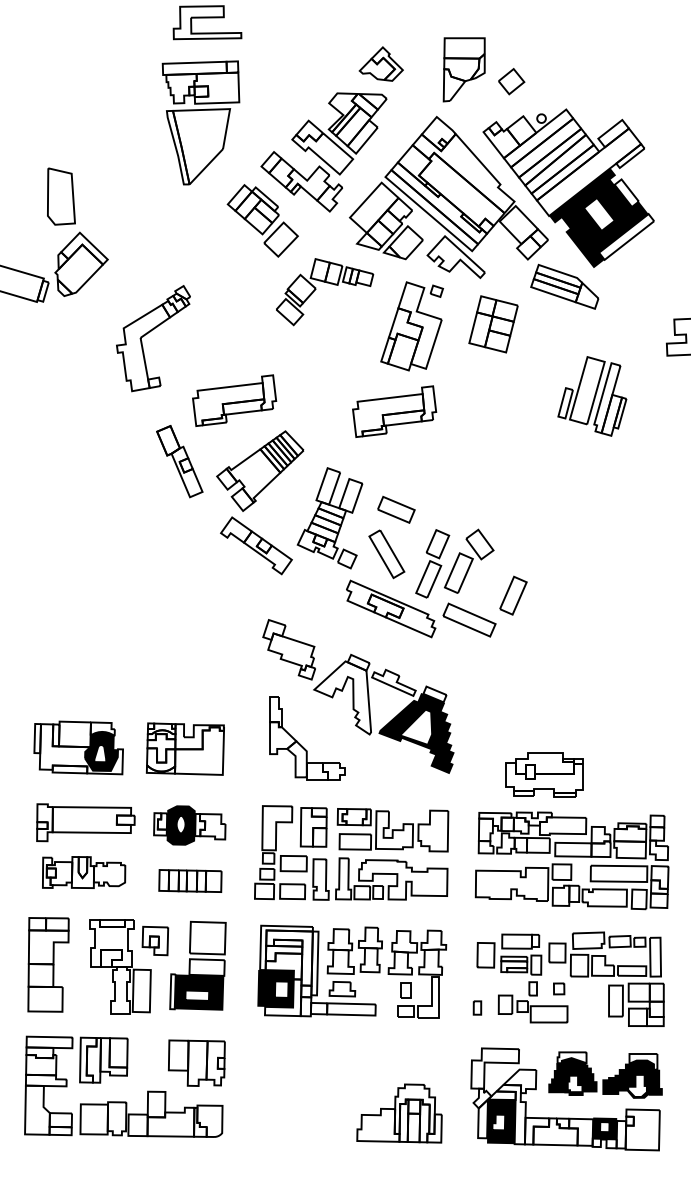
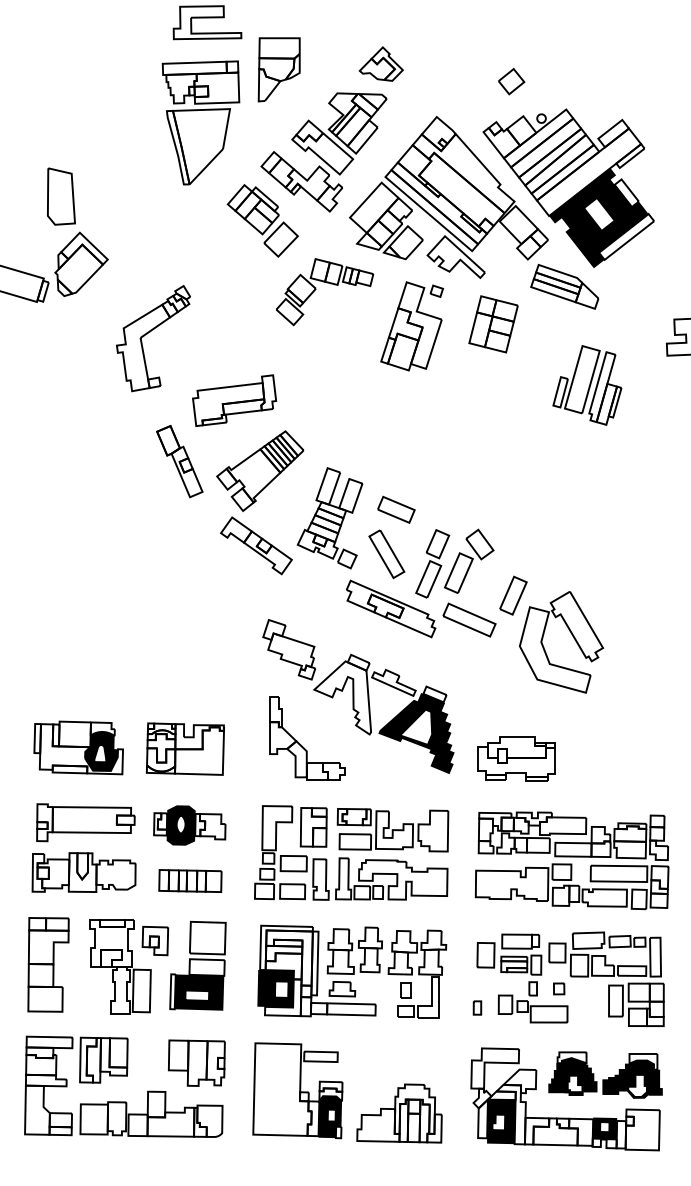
part at (463, 69) position: (463, 69) -> (278, 69)
part at (592, 396) position: (592, 396) -> (587, 385)
part at (394, 411): present -> none
part at (572, 636): none -> present
part at (544, 774) position: (544, 774) -> (516, 758)
part at (84, 872) size: 85x33 px -> 106x41 px
part at (297, 1090): none -> present
